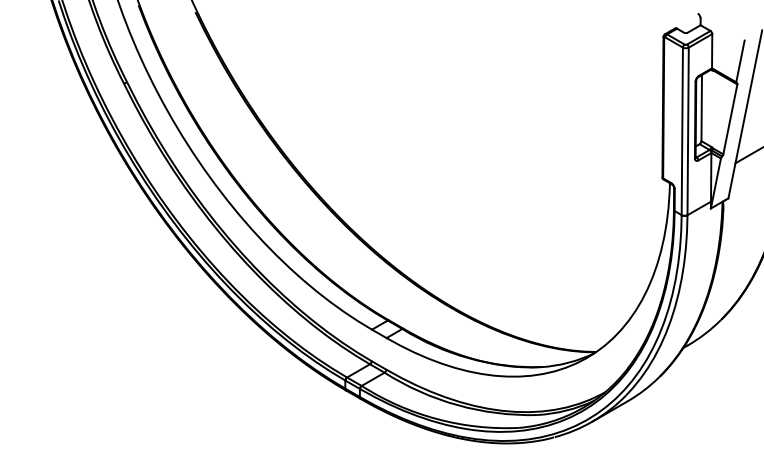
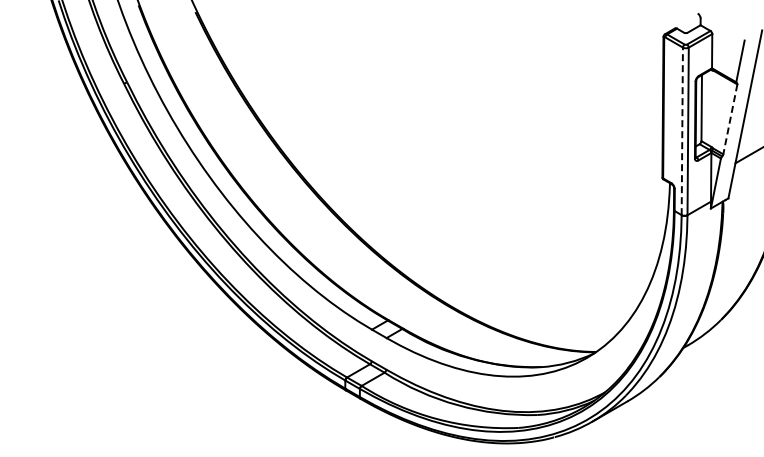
line at (730, 119): solid -> dashed
line at (682, 131): solid -> dashed
